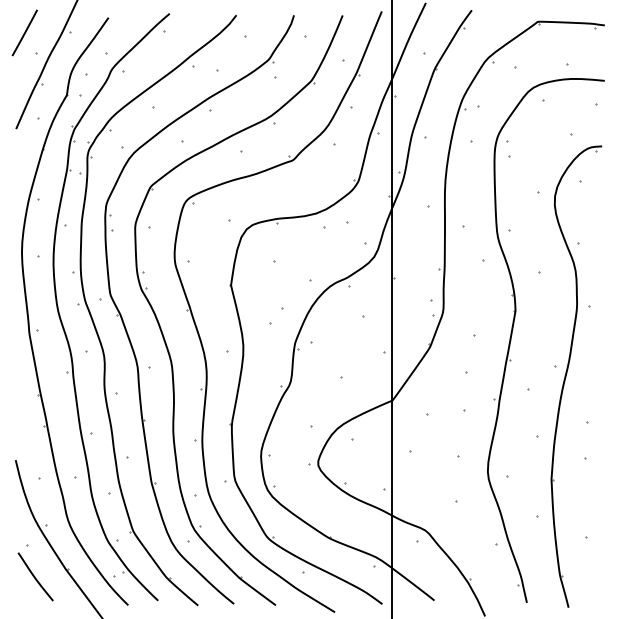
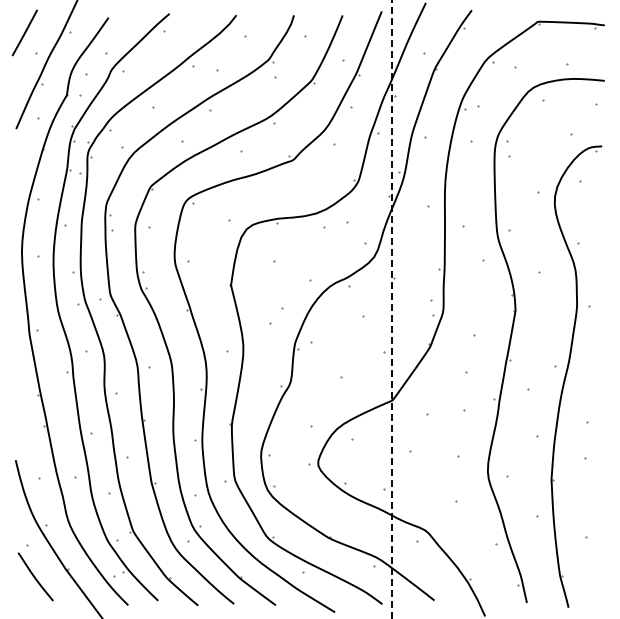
line at (391, 309): solid -> dashed
